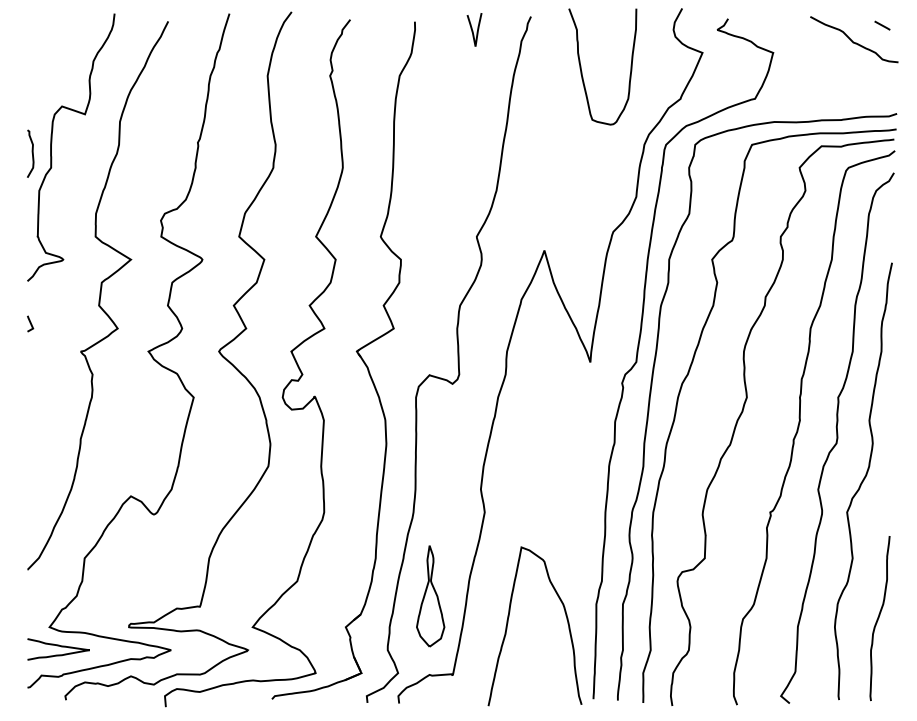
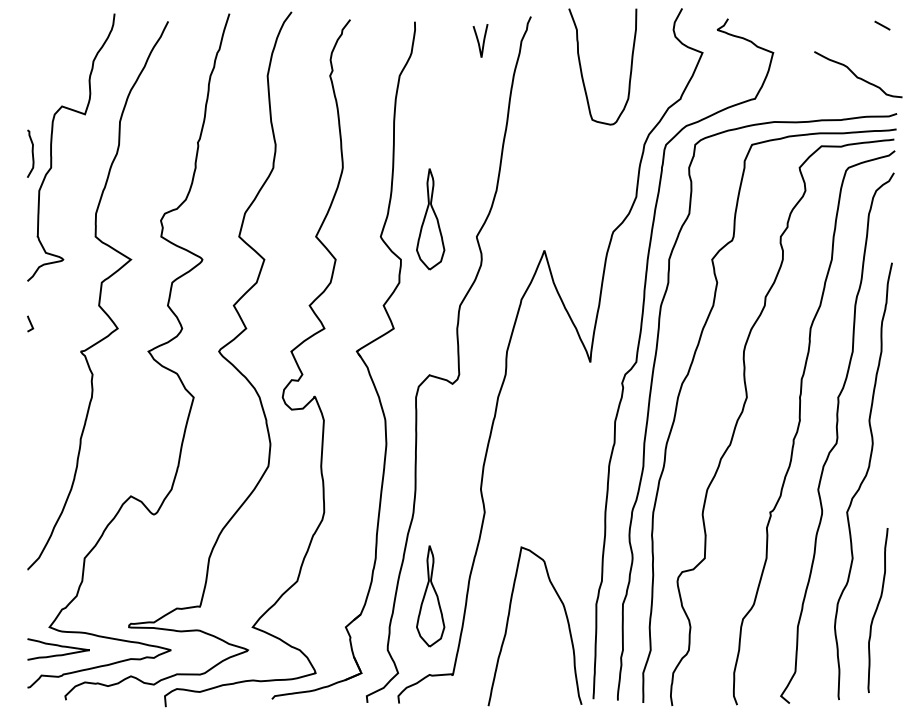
curve at (473, 30) position: (473, 30) -> (479, 41)
curve at (852, 40) position: (852, 40) -> (856, 75)
part at (430, 219): none -> present
curve at (879, 618) position: (879, 618) -> (877, 610)
